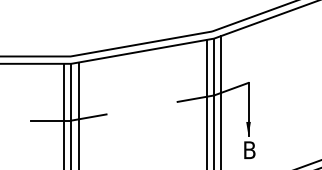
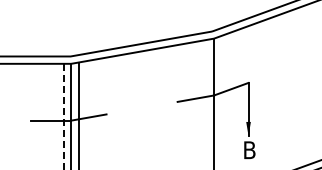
line at (221, 100): present -> none
line at (206, 102): present -> none
line at (63, 116): solid -> dashed
